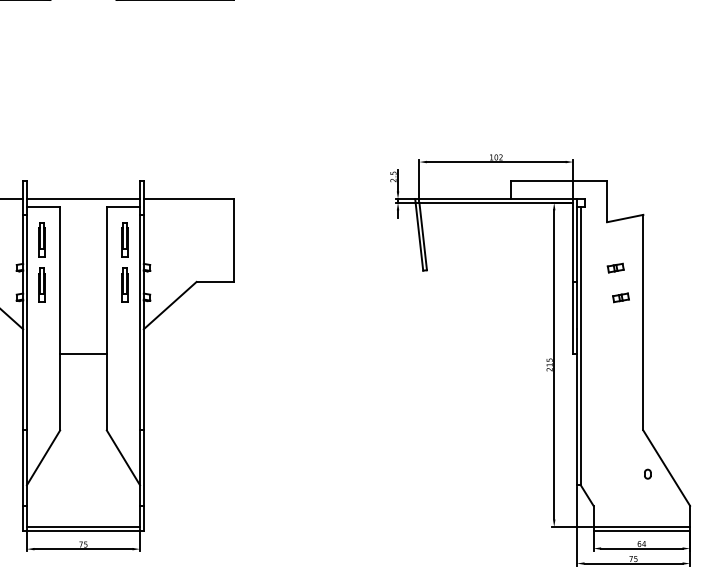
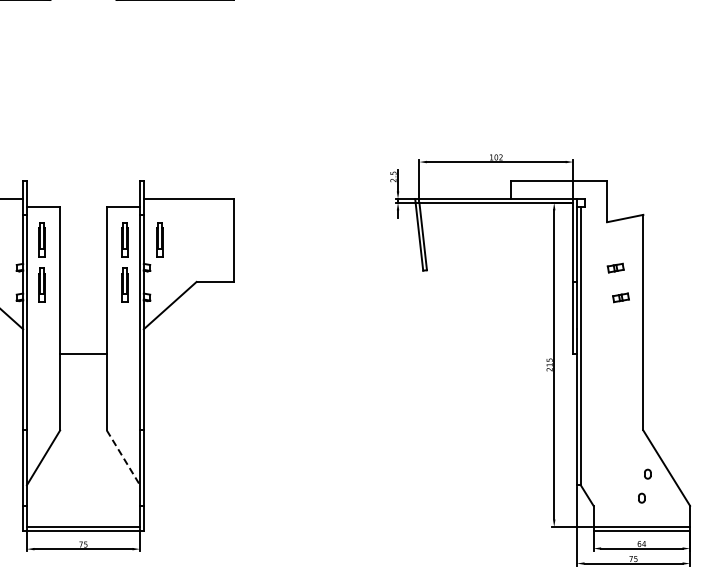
line at (83, 199): present -> none
part at (159, 239): none -> present
line at (123, 457): solid -> dashed
part at (641, 497): none -> present
